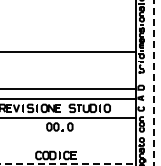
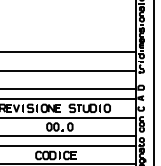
line at (68, 70): none -> present
line at (154, 82): dashed -> solid
line at (68, 136): none -> present
line at (68, 145): none -> present
line at (68, 164): dashed -> solid
